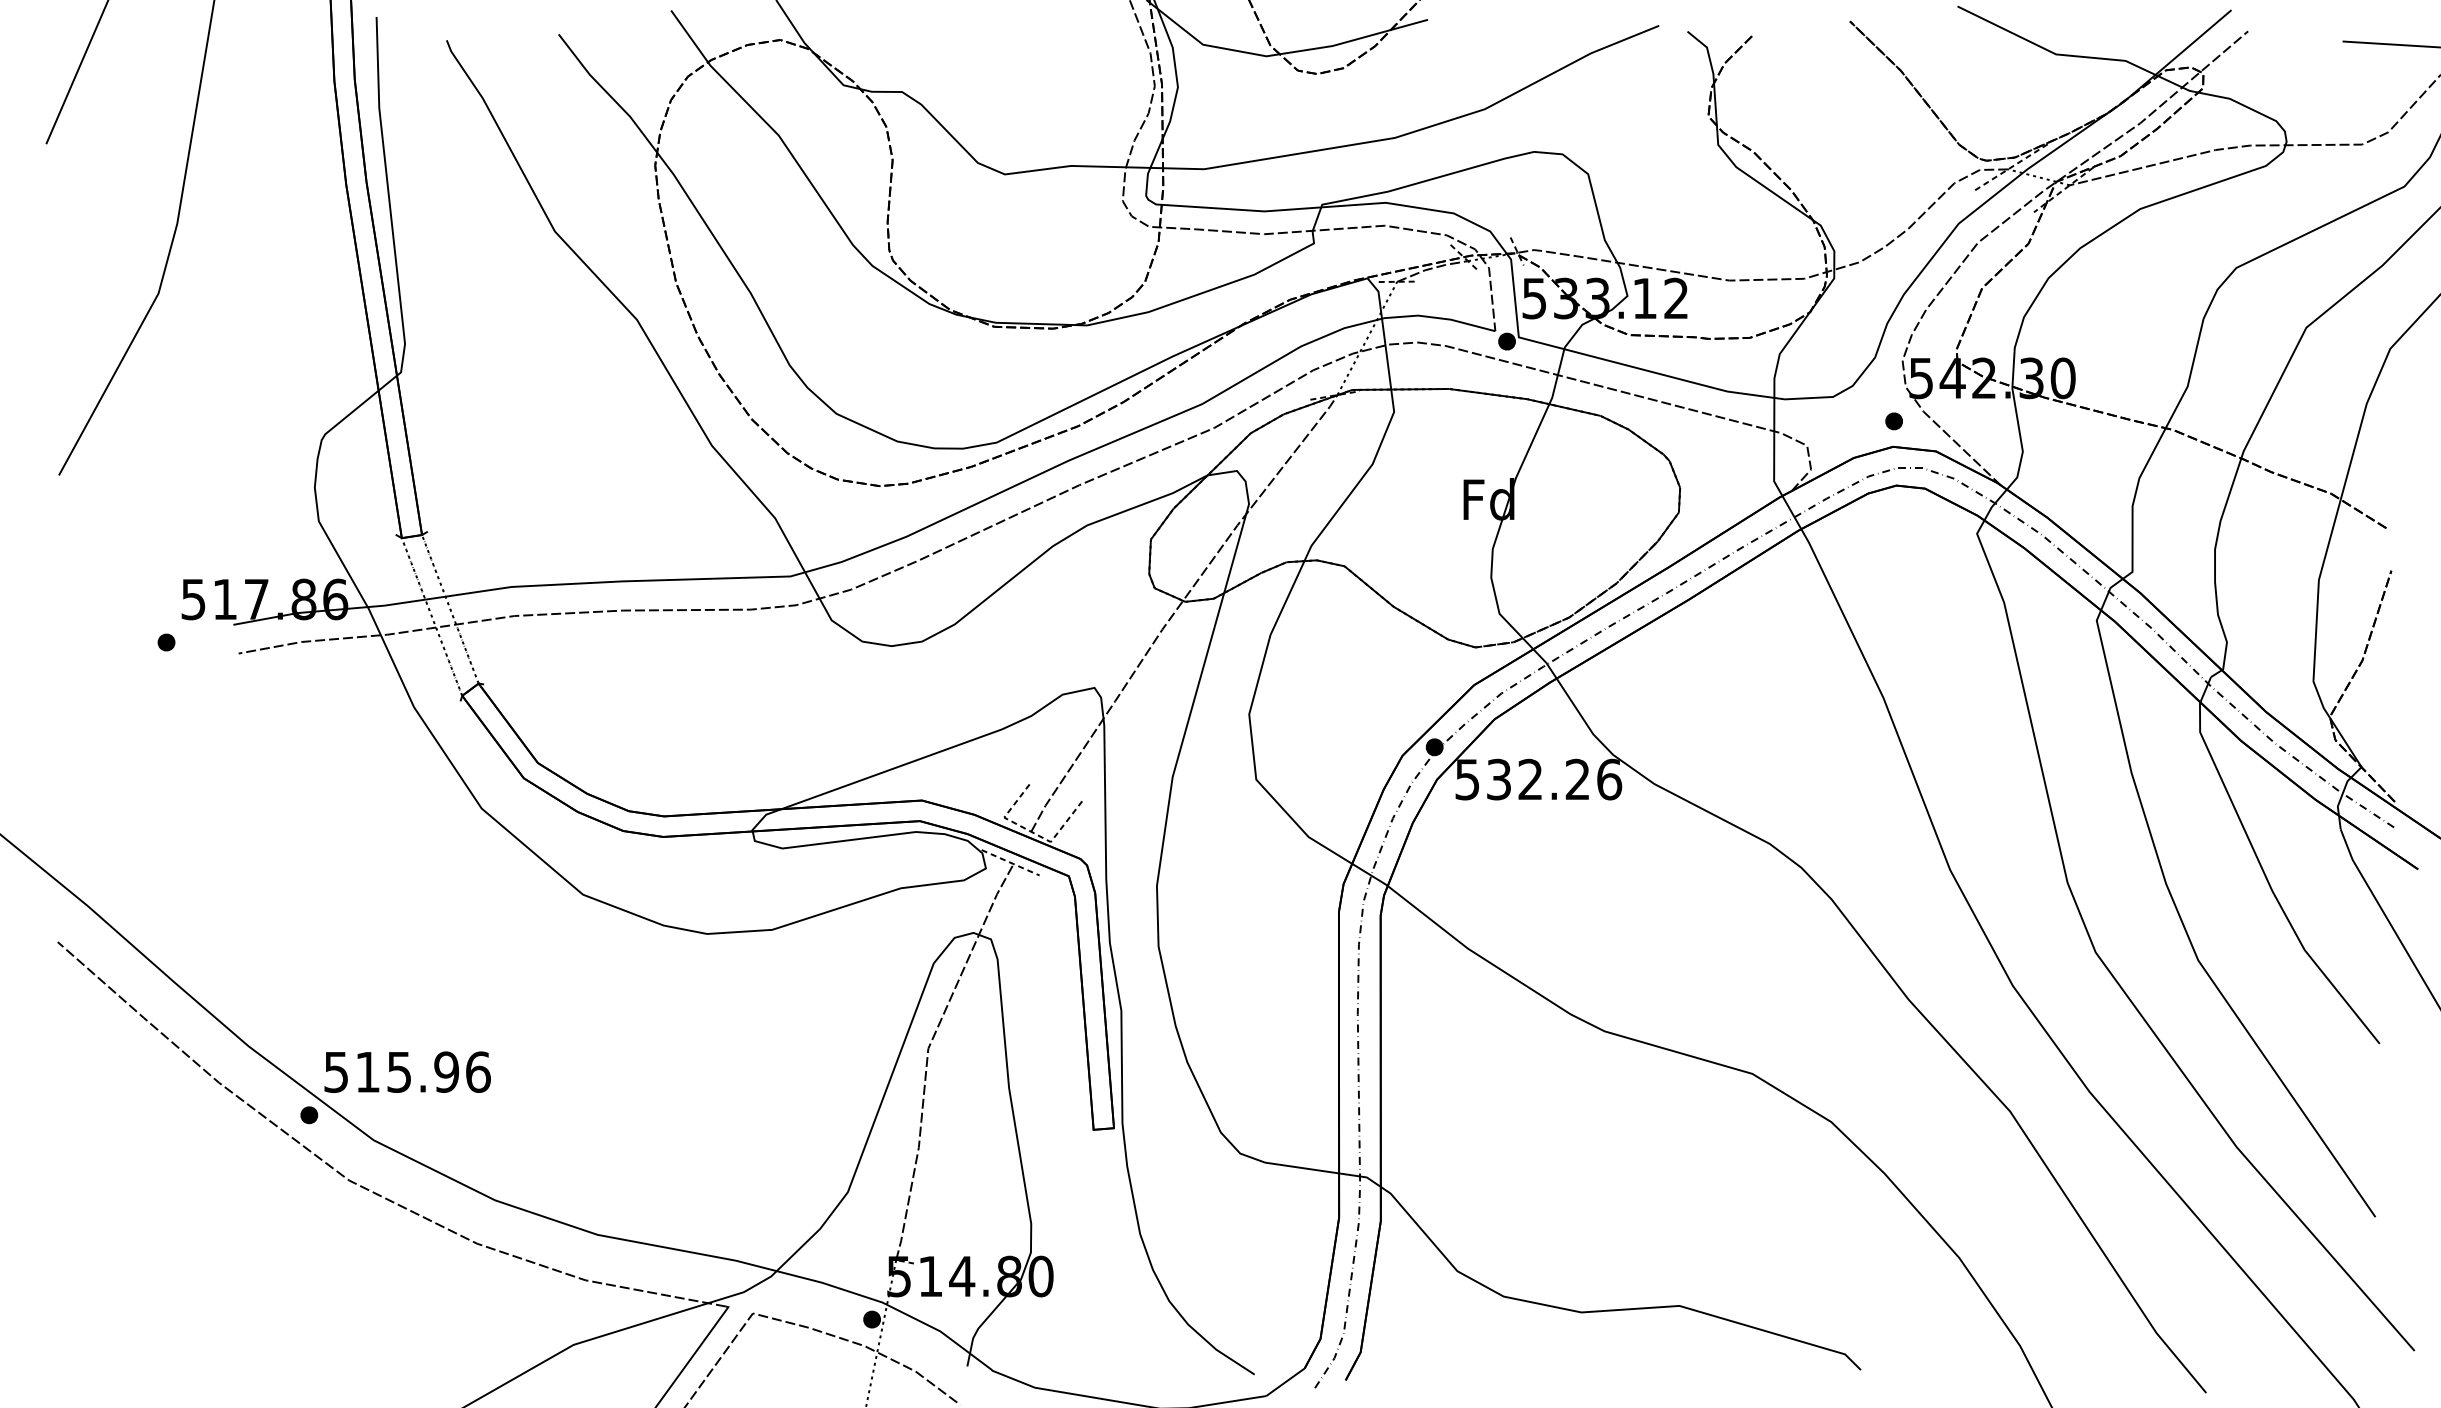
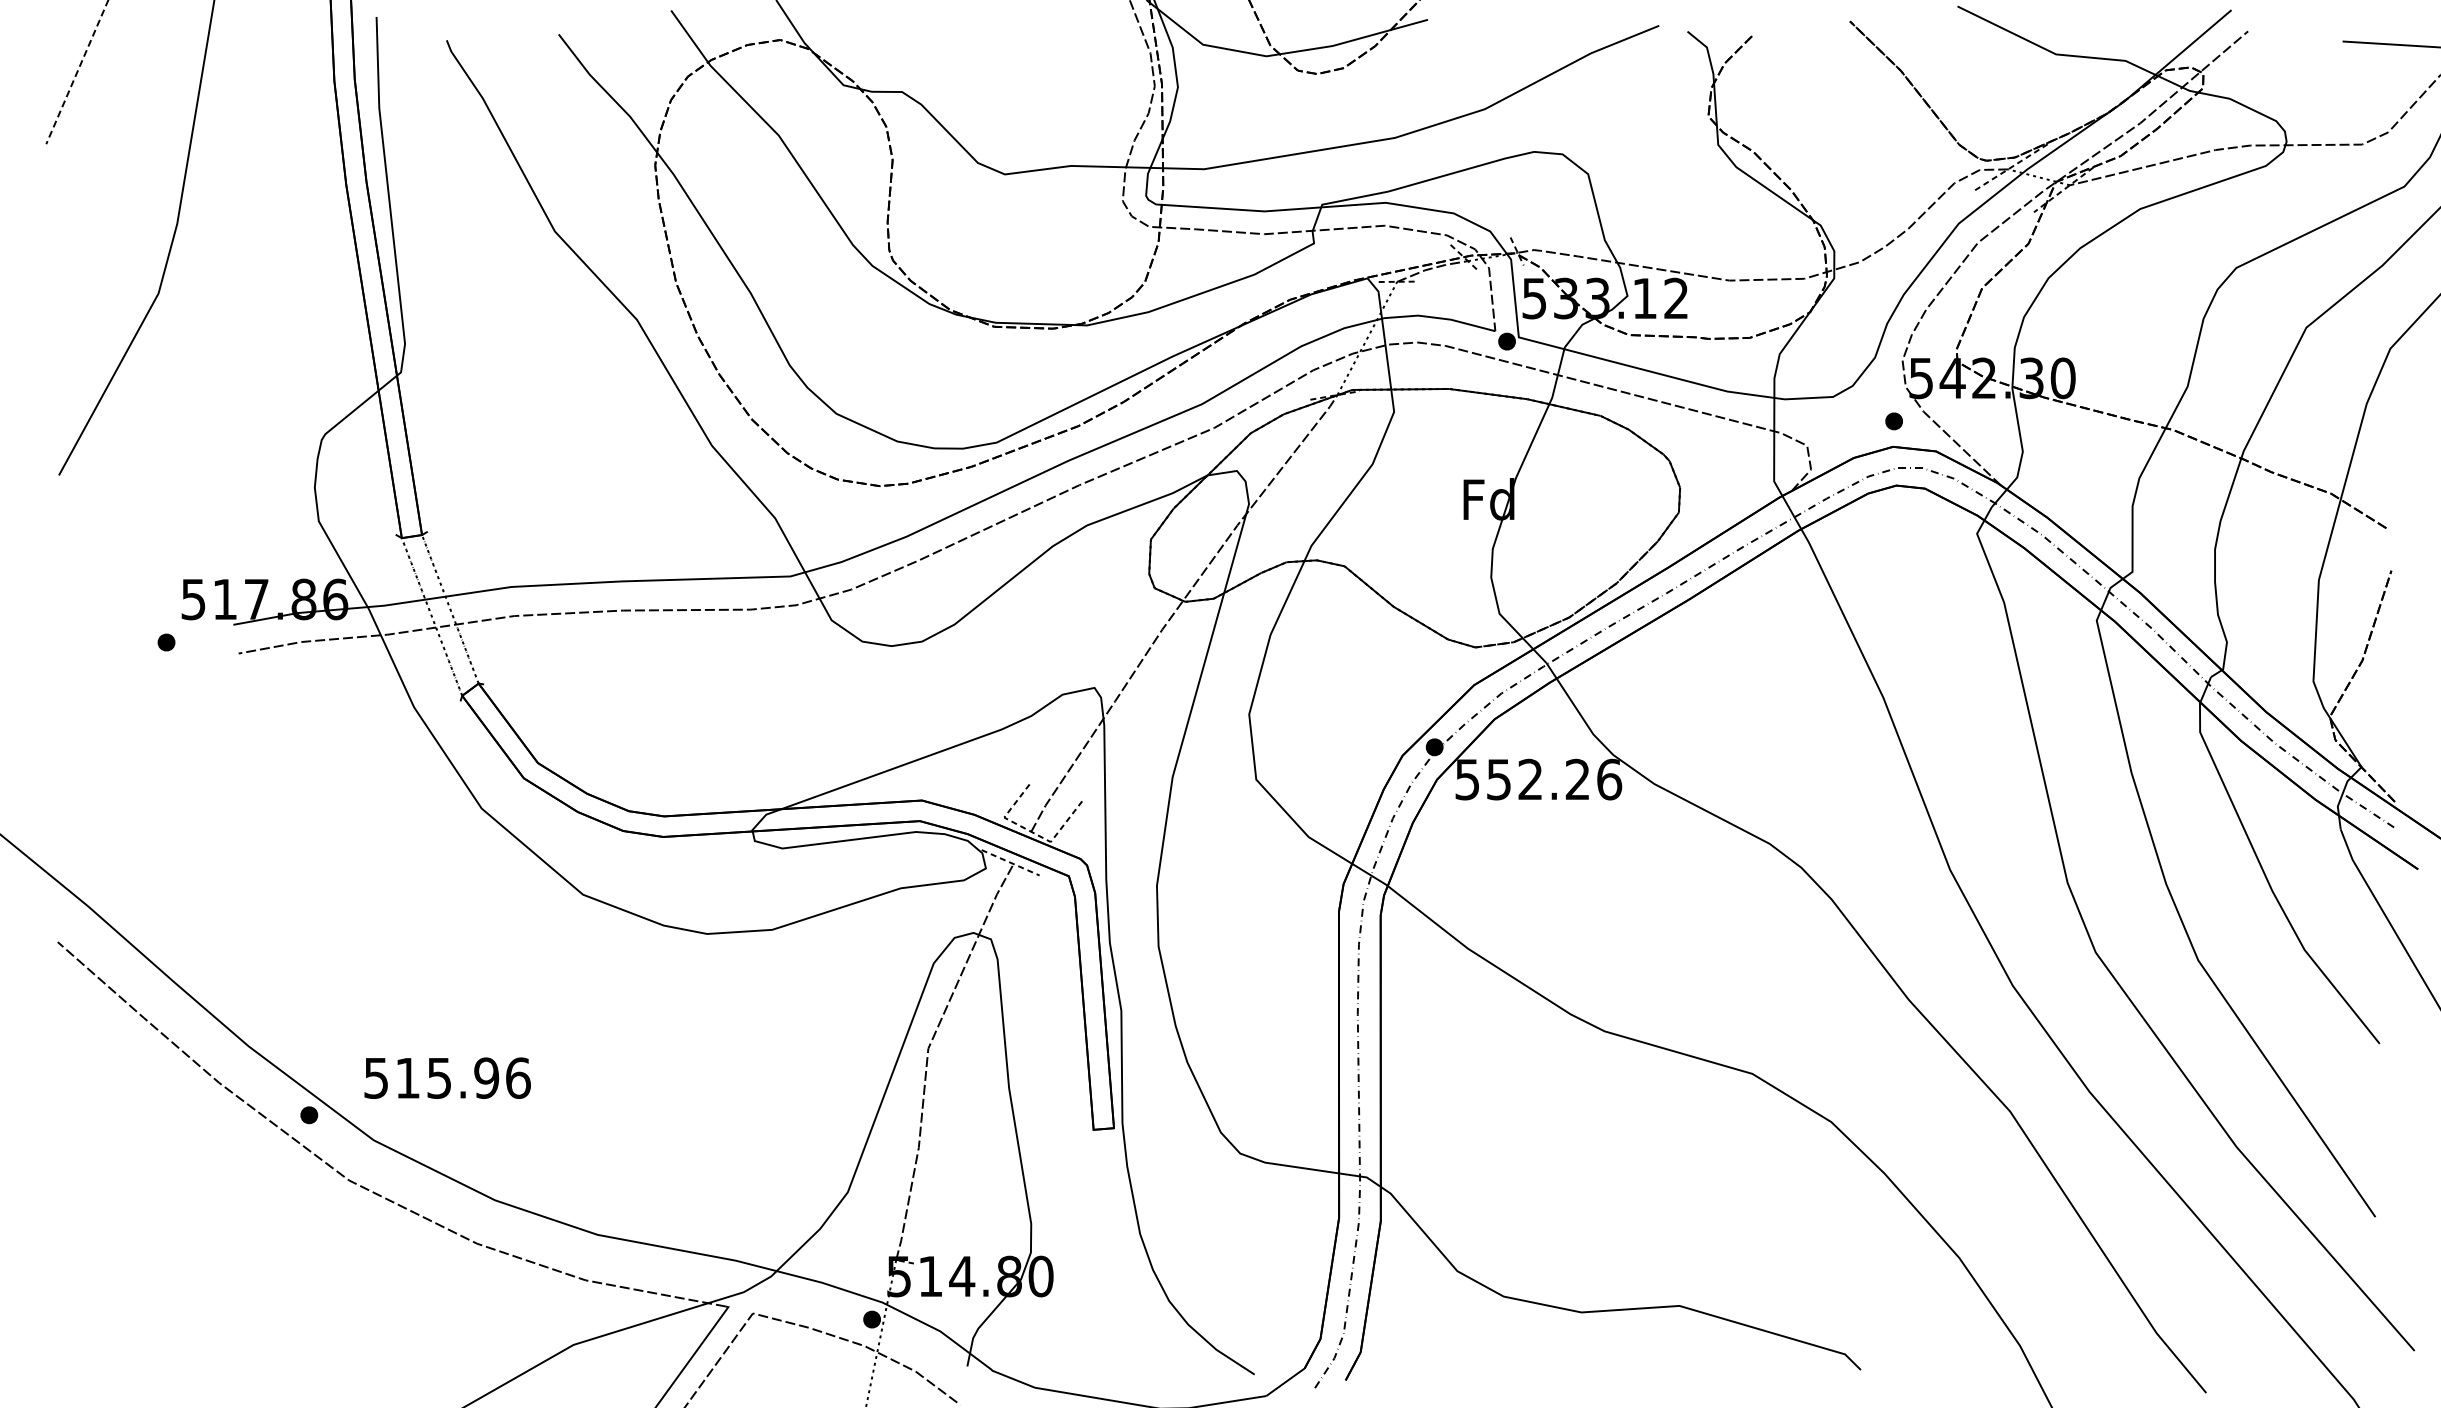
line at (77, 72): solid -> dashed
text at (1498, 778): 532.26 -> 552.26
text at (407, 1071) position: (407, 1071) -> (447, 1077)
